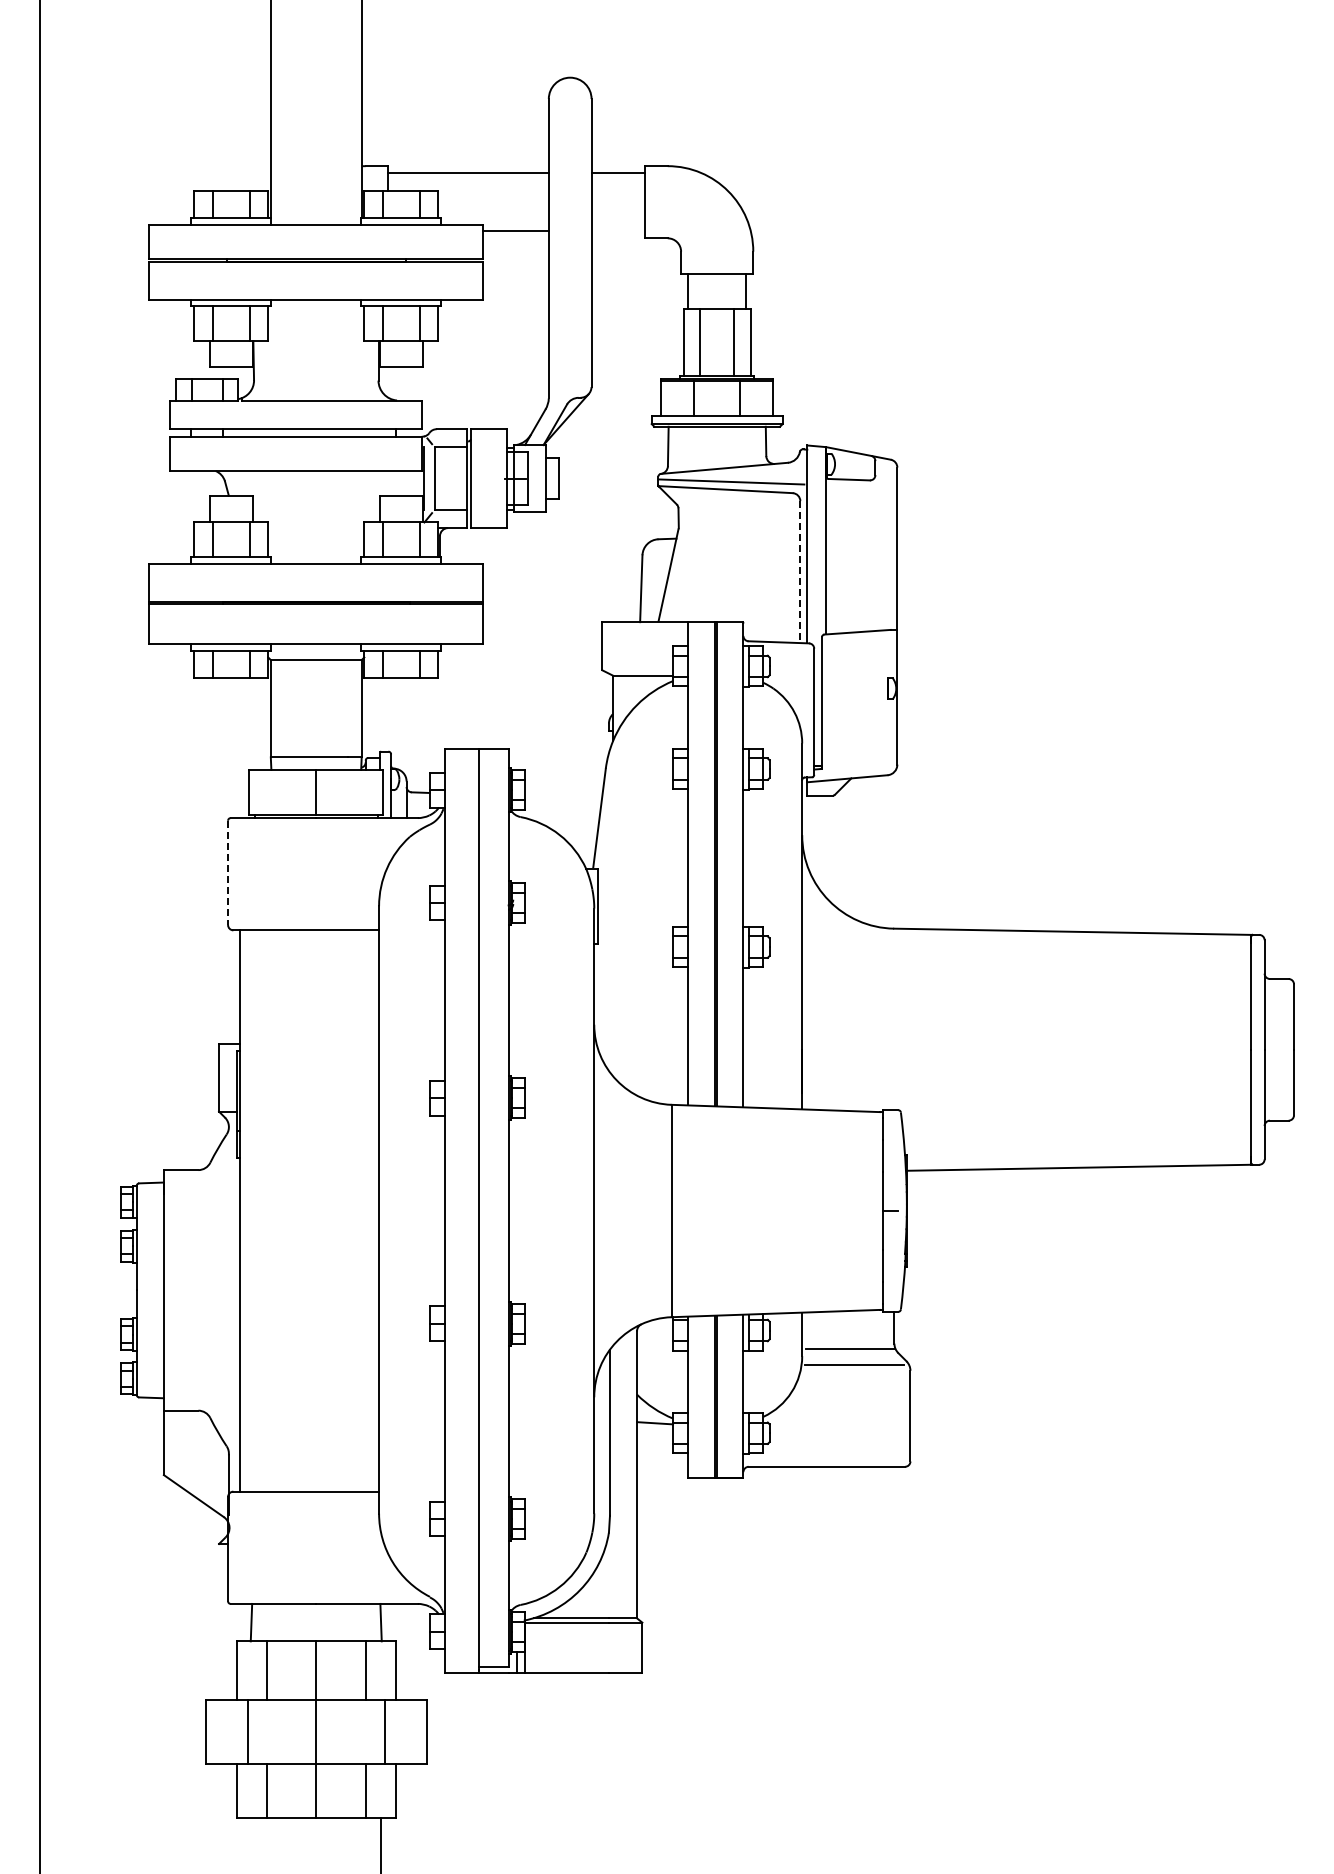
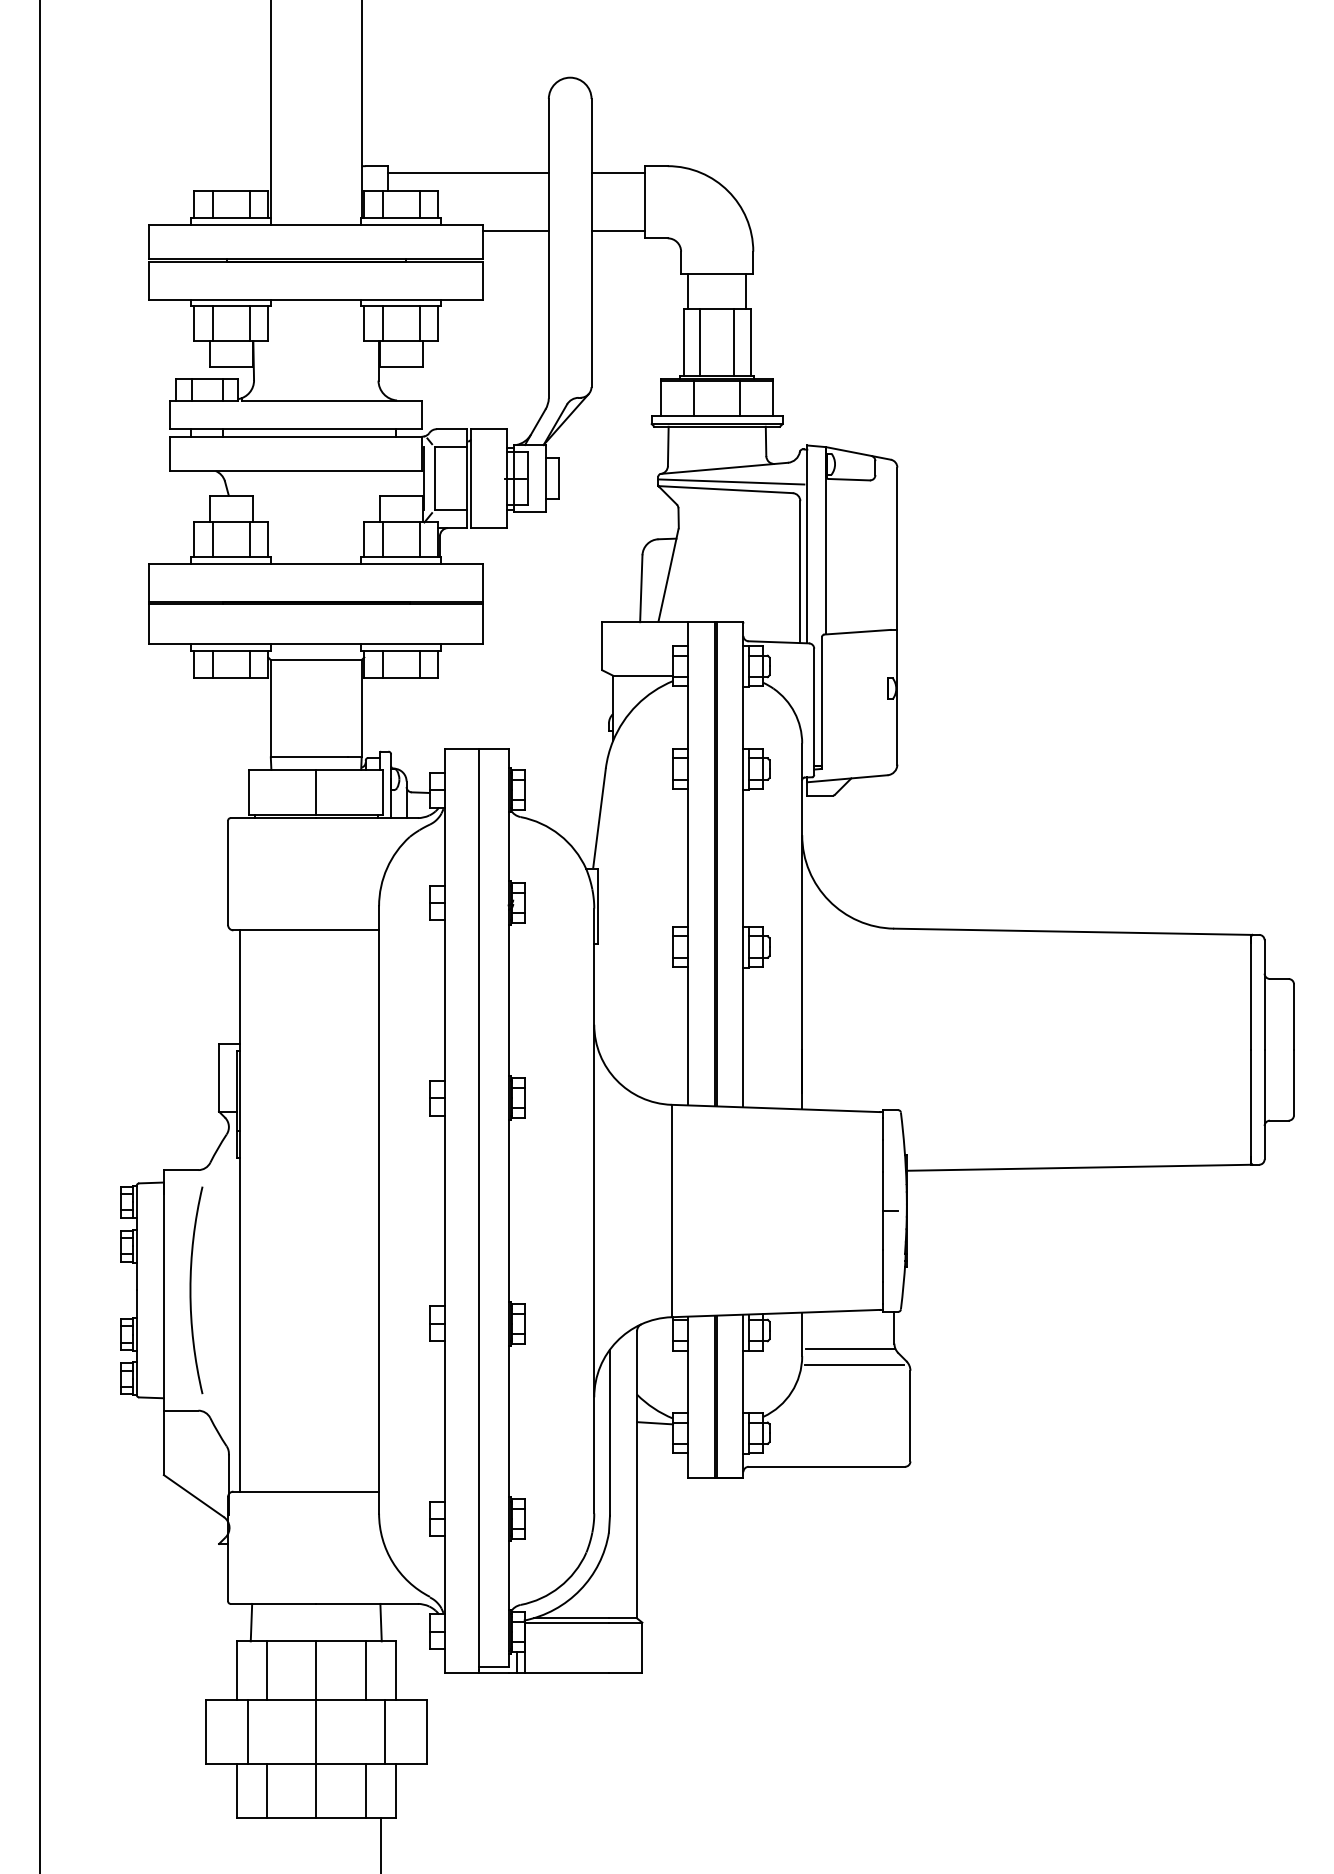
line at (618, 231): none -> present
line at (800, 572): dashed -> solid
line at (228, 873): dashed -> solid
arc at (191, 1290): none -> present
